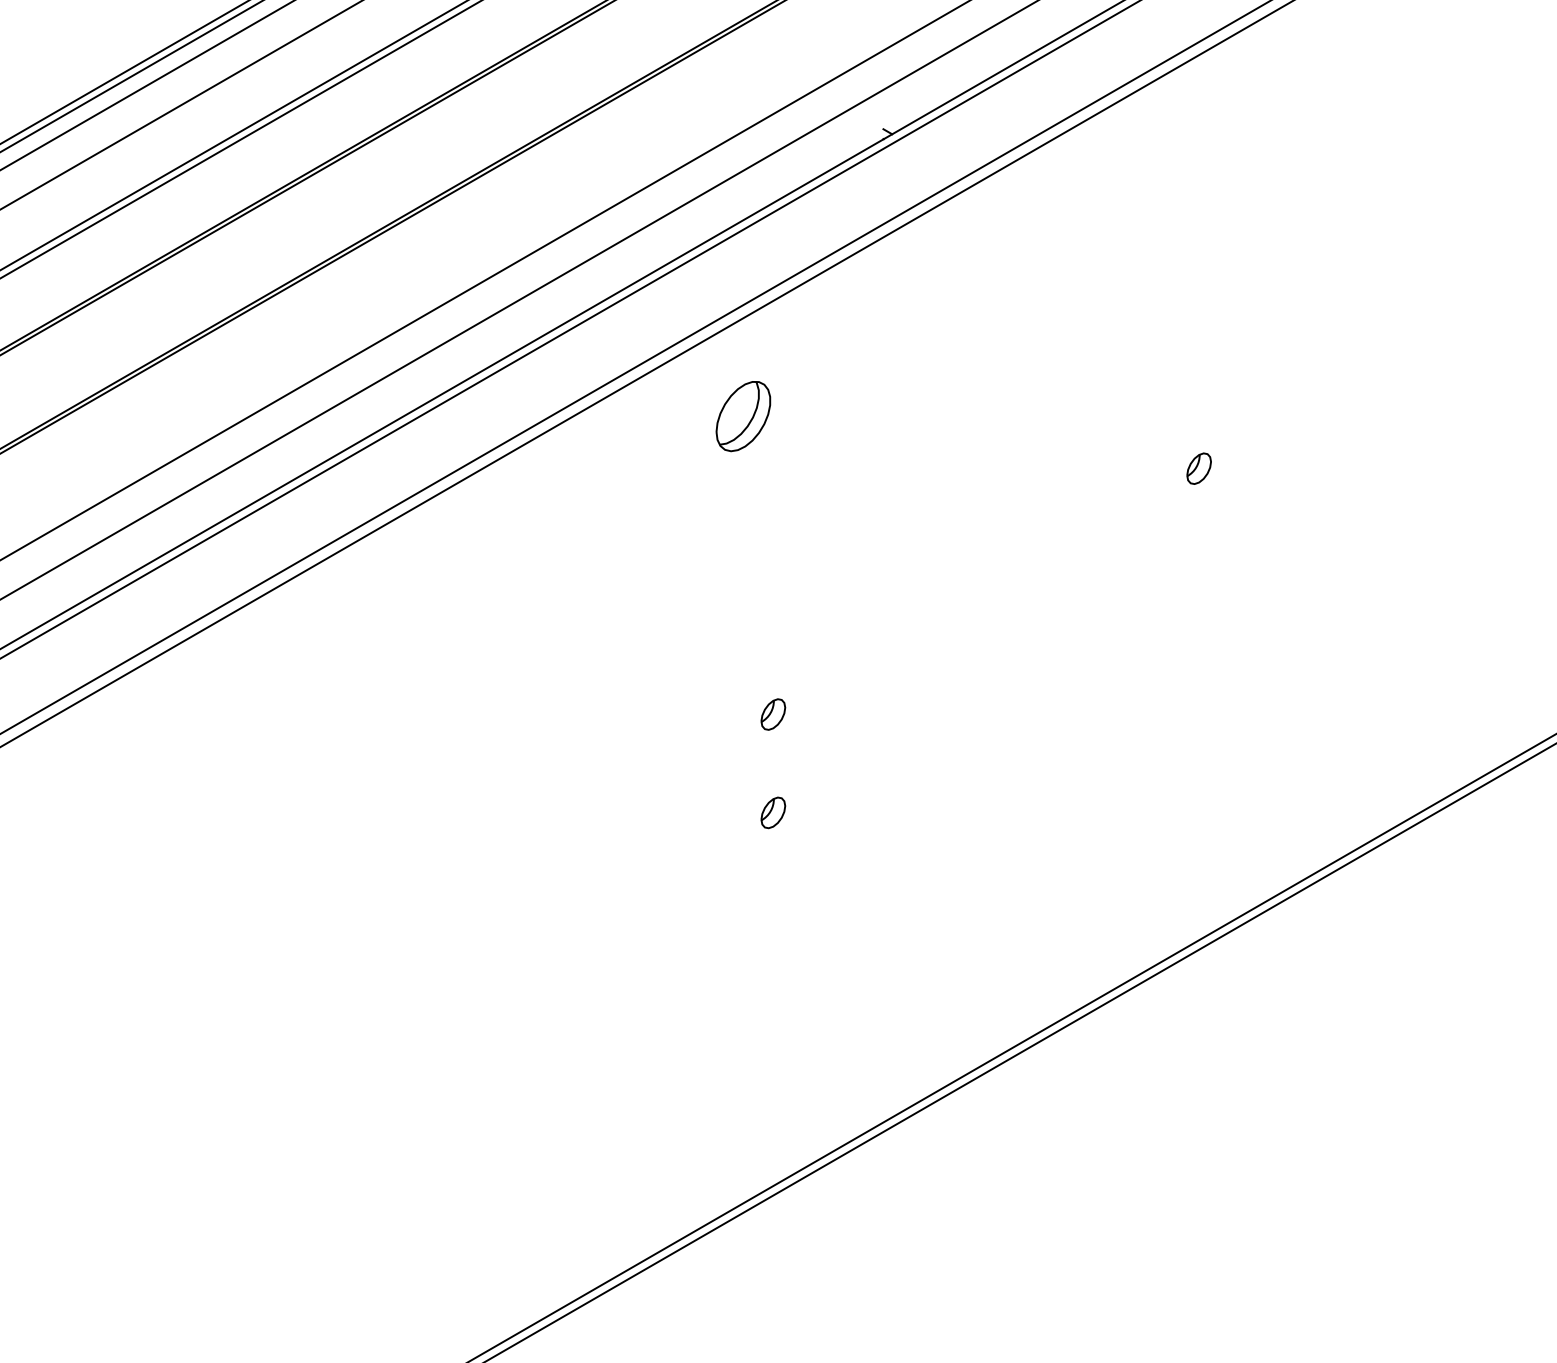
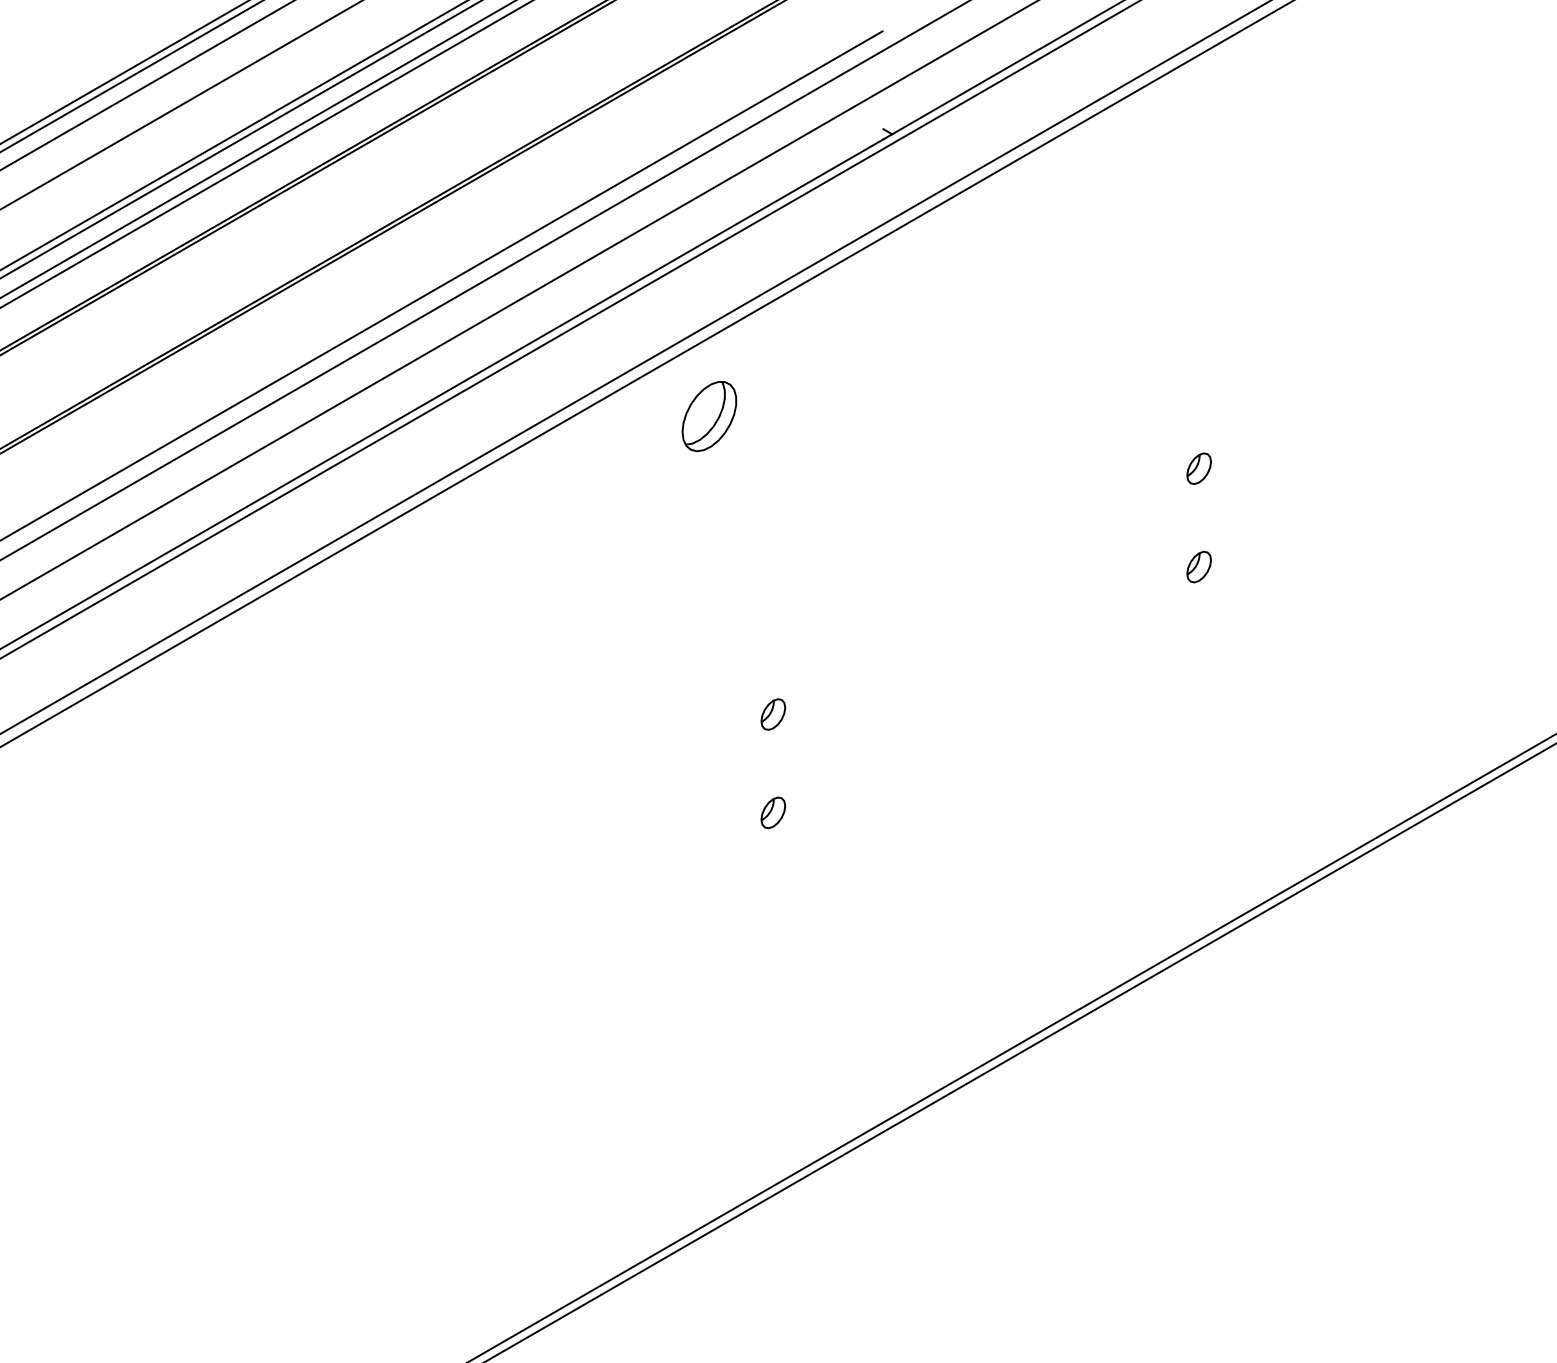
line at (257, 149): none -> present
line at (265, 154): none -> present
line at (442, 285): none -> present
part at (743, 416) position: (743, 416) -> (709, 416)
part at (1198, 566): none -> present
